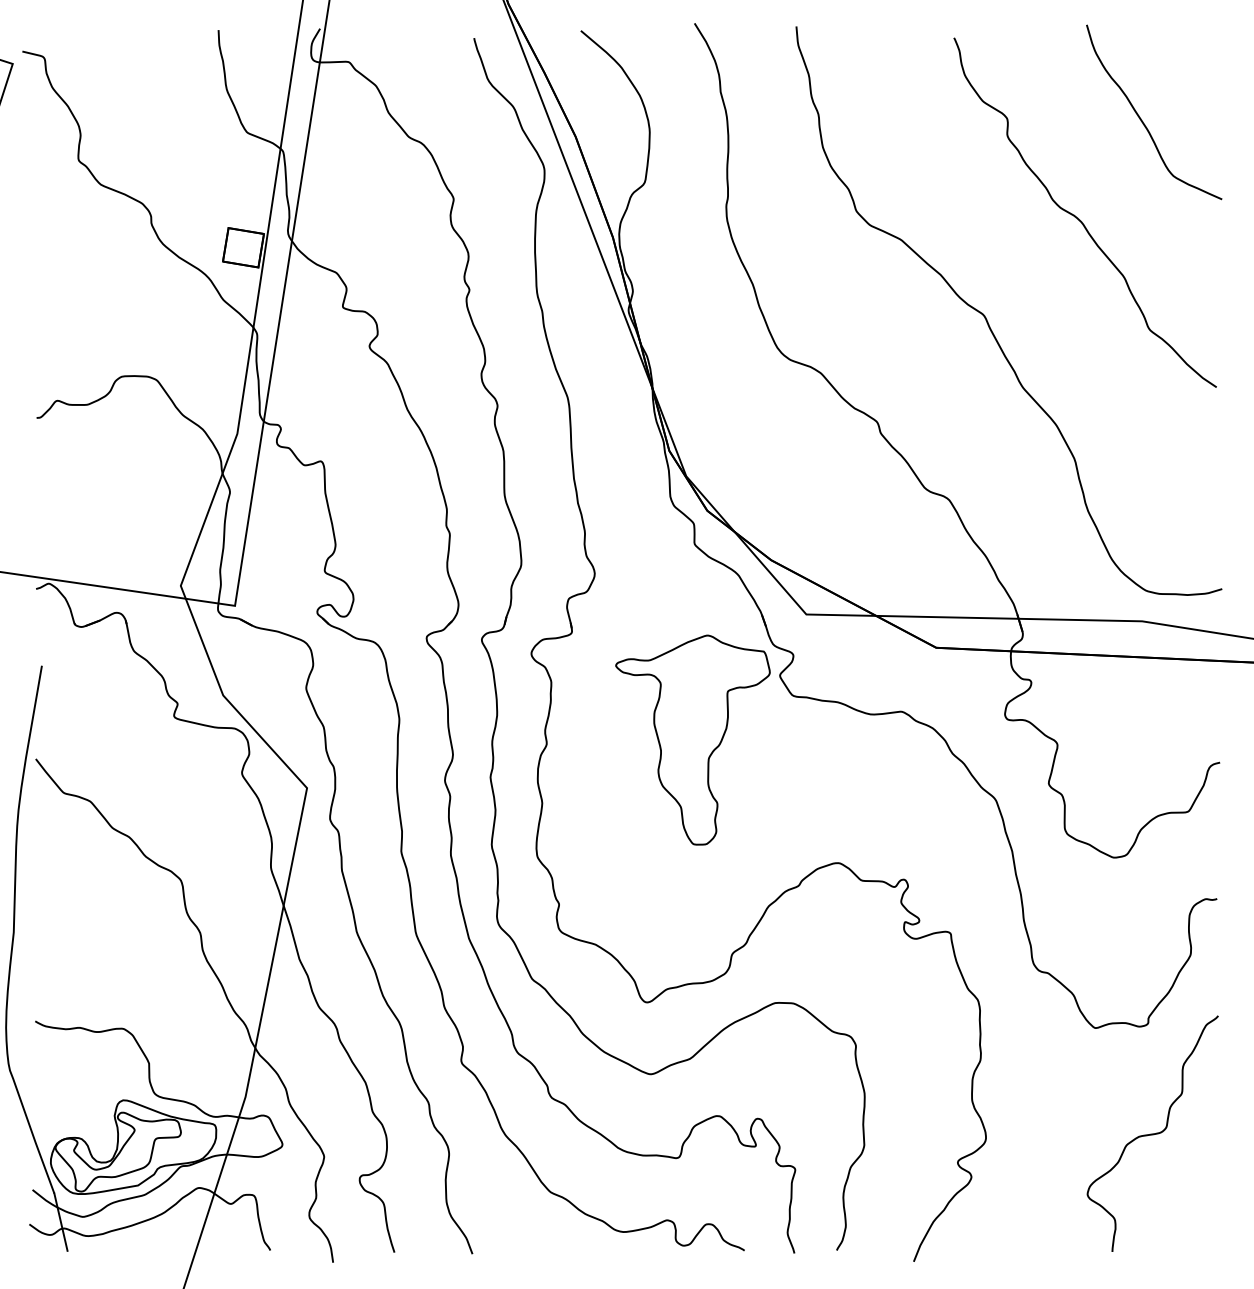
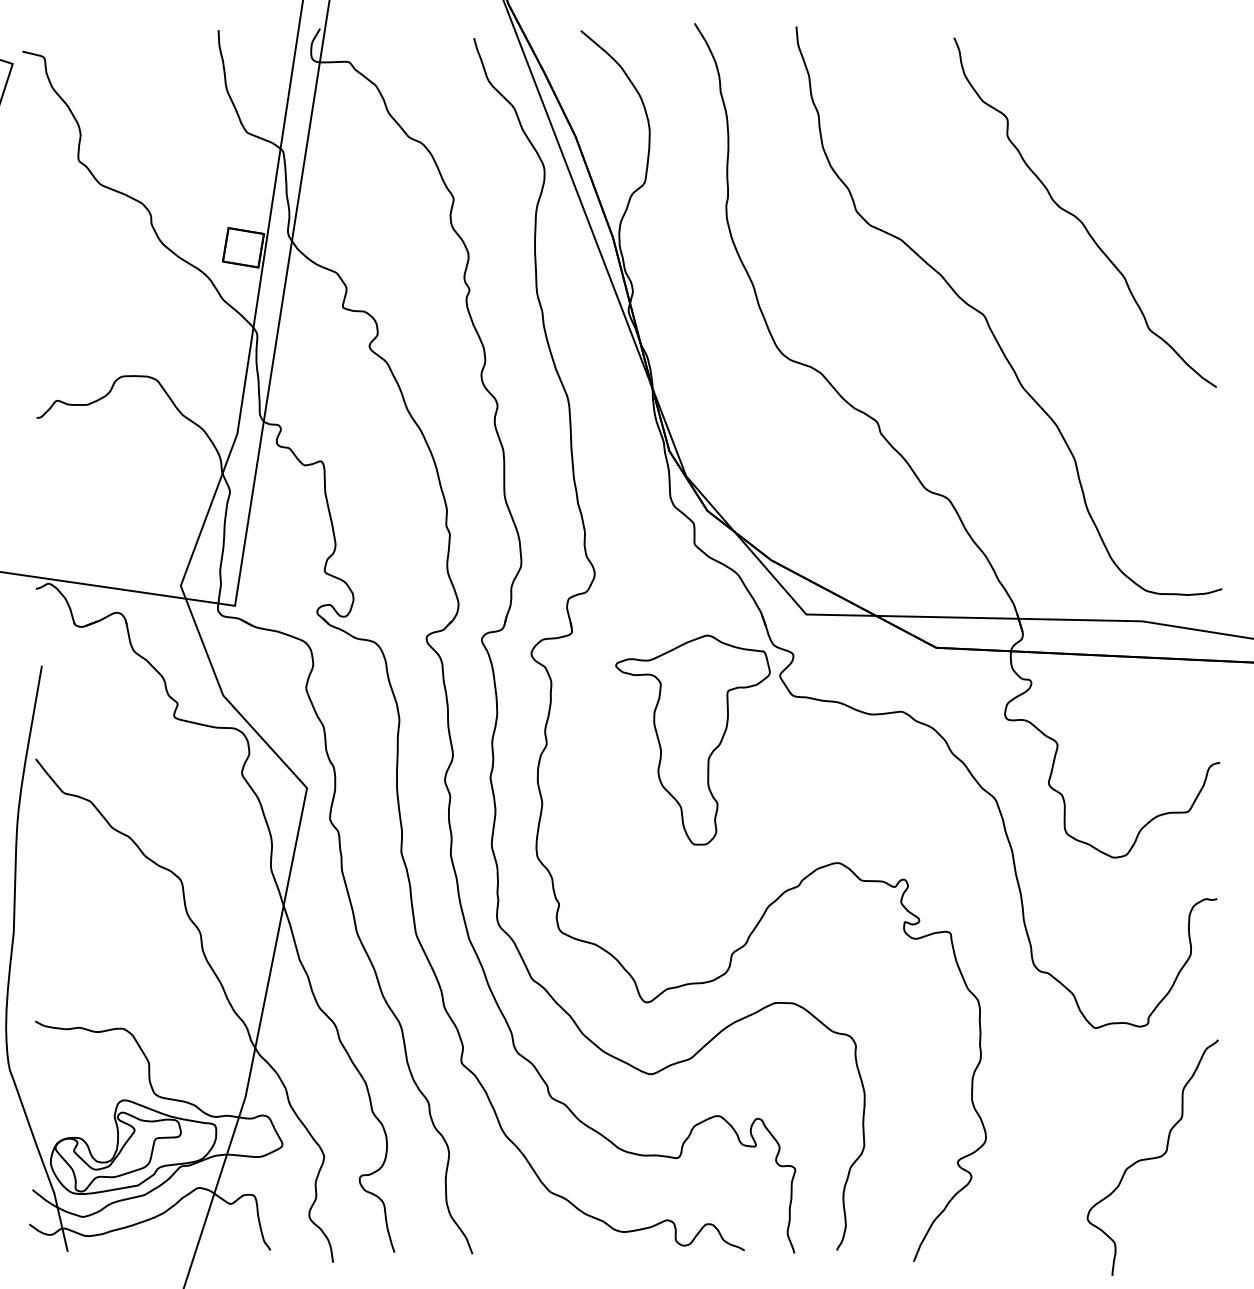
curve at (1143, 121): present -> none
curve at (1152, 1133) position: (1152, 1133) -> (1152, 1157)
